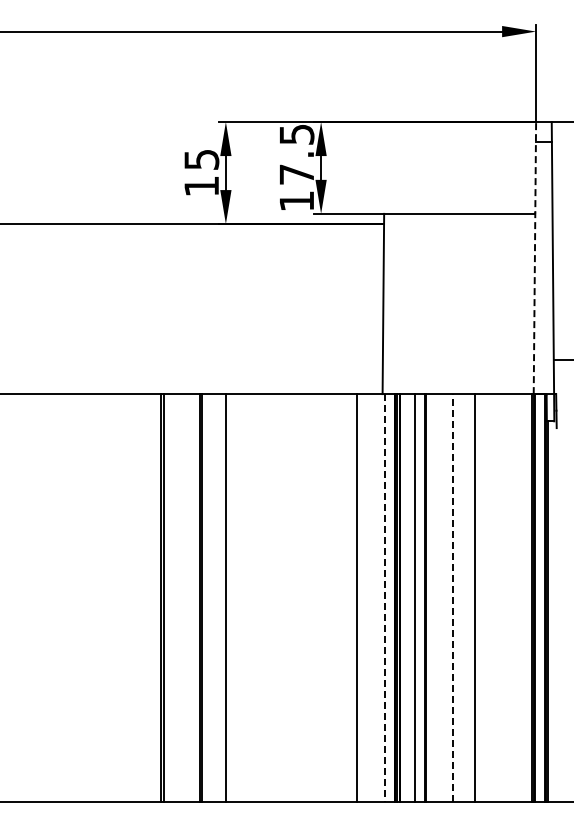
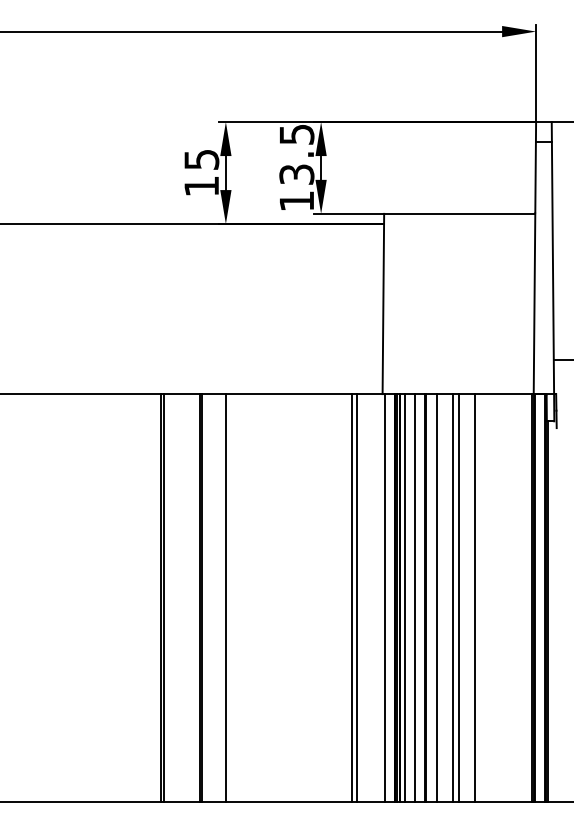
text at (296, 174): 17.5 -> 13.5
line at (534, 257): dashed -> solid
line at (452, 597): dashed -> solid
line at (352, 598): none -> present
line at (384, 598): dashed -> solid
line at (405, 598): none -> present
line at (436, 598): none -> present
line at (458, 598): none -> present
